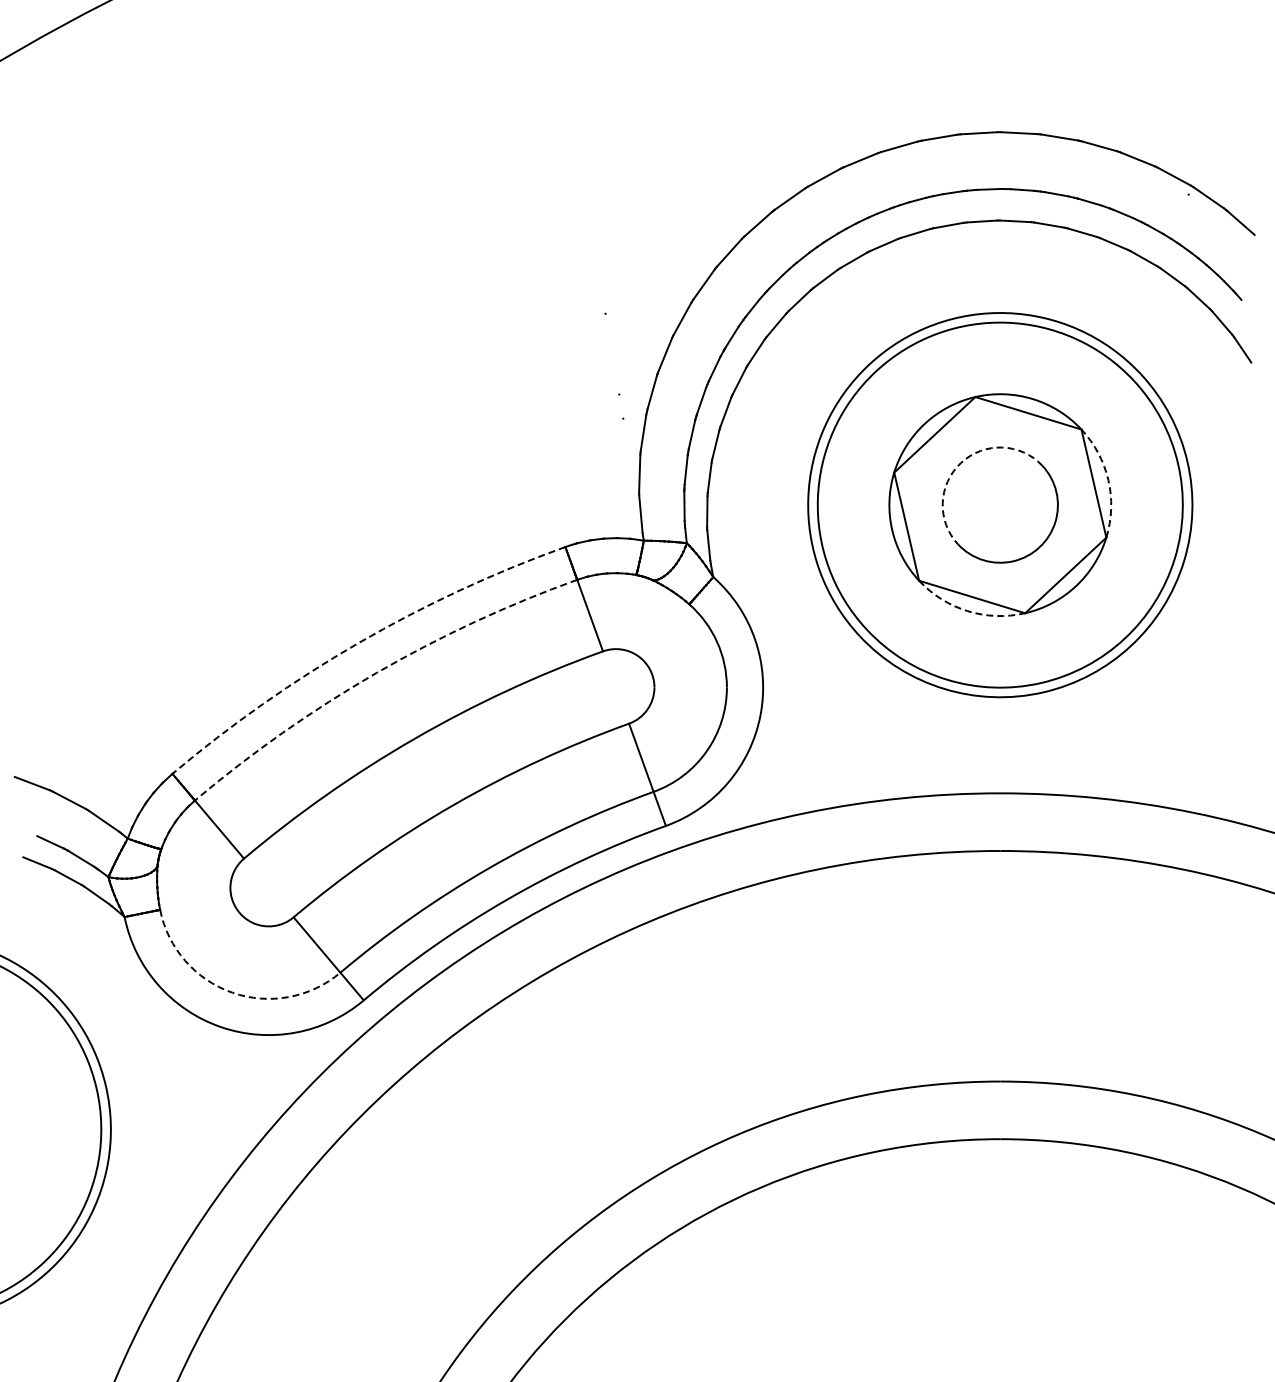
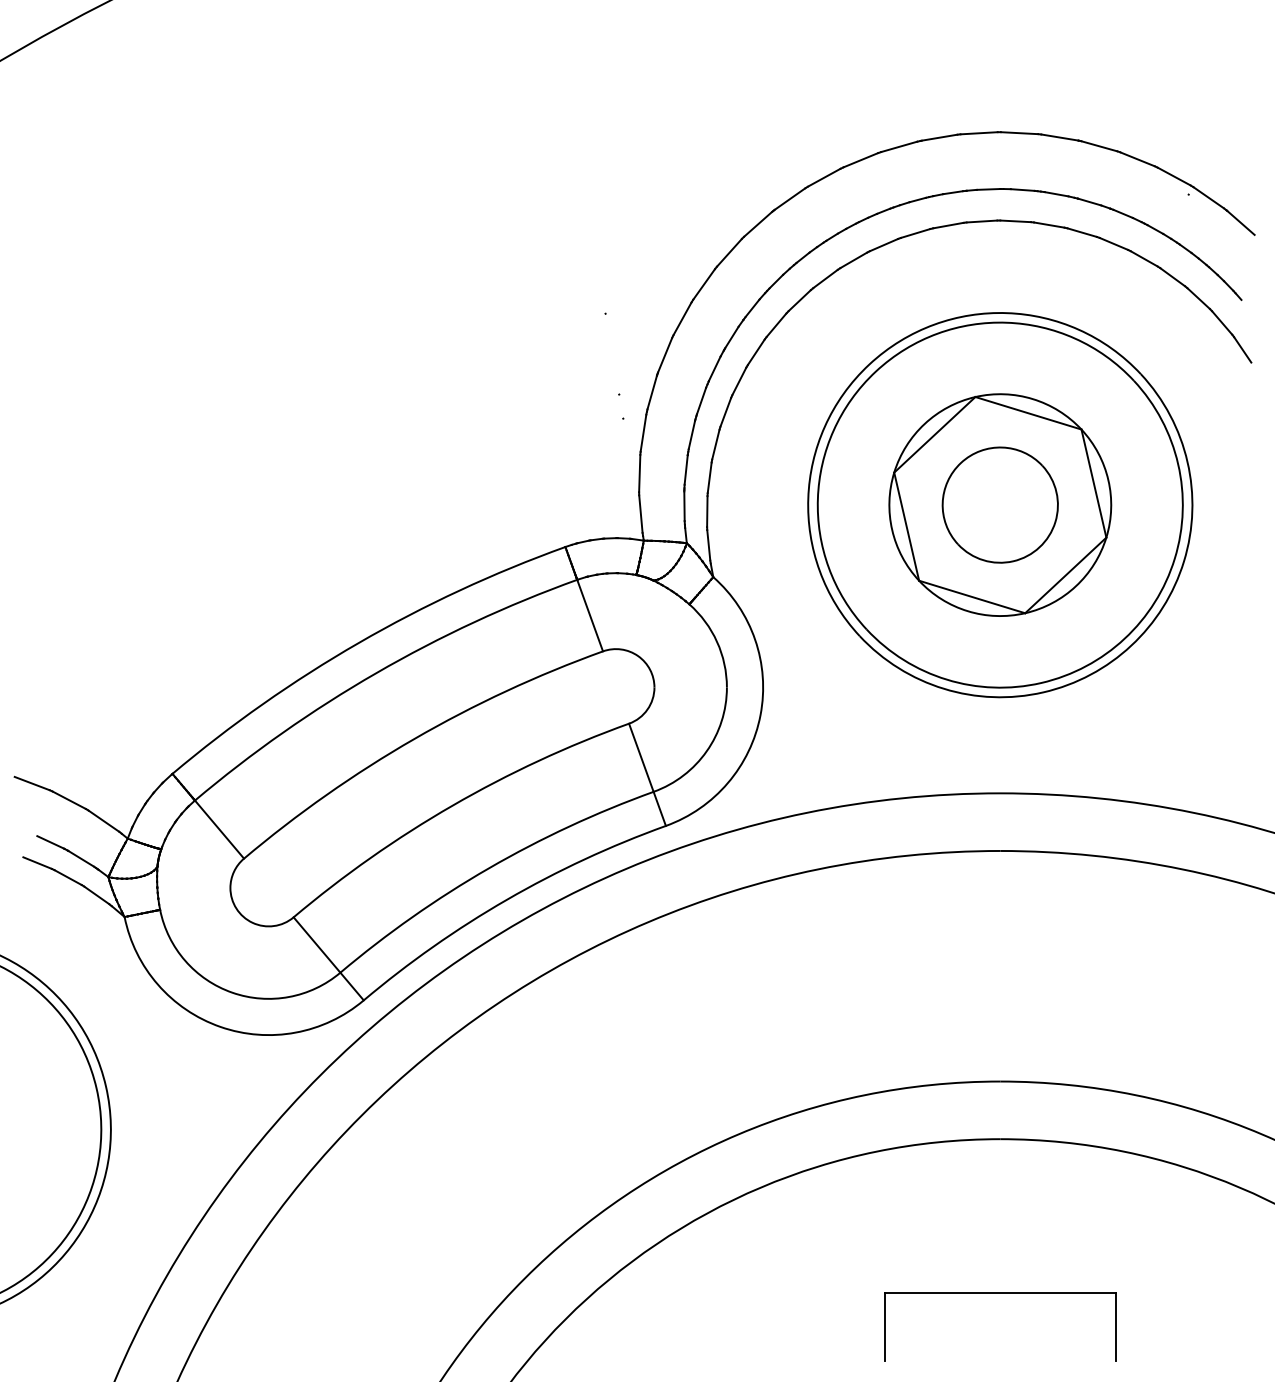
arc at (961, 462): dashed -> solid
arc at (1108, 480): dashed -> solid
arc at (967, 611): dashed -> solid
arc at (358, 642): dashed -> solid
arc at (376, 673): dashed -> solid
arc at (232, 992): dashed -> solid
part at (1000, 1293): none -> present
